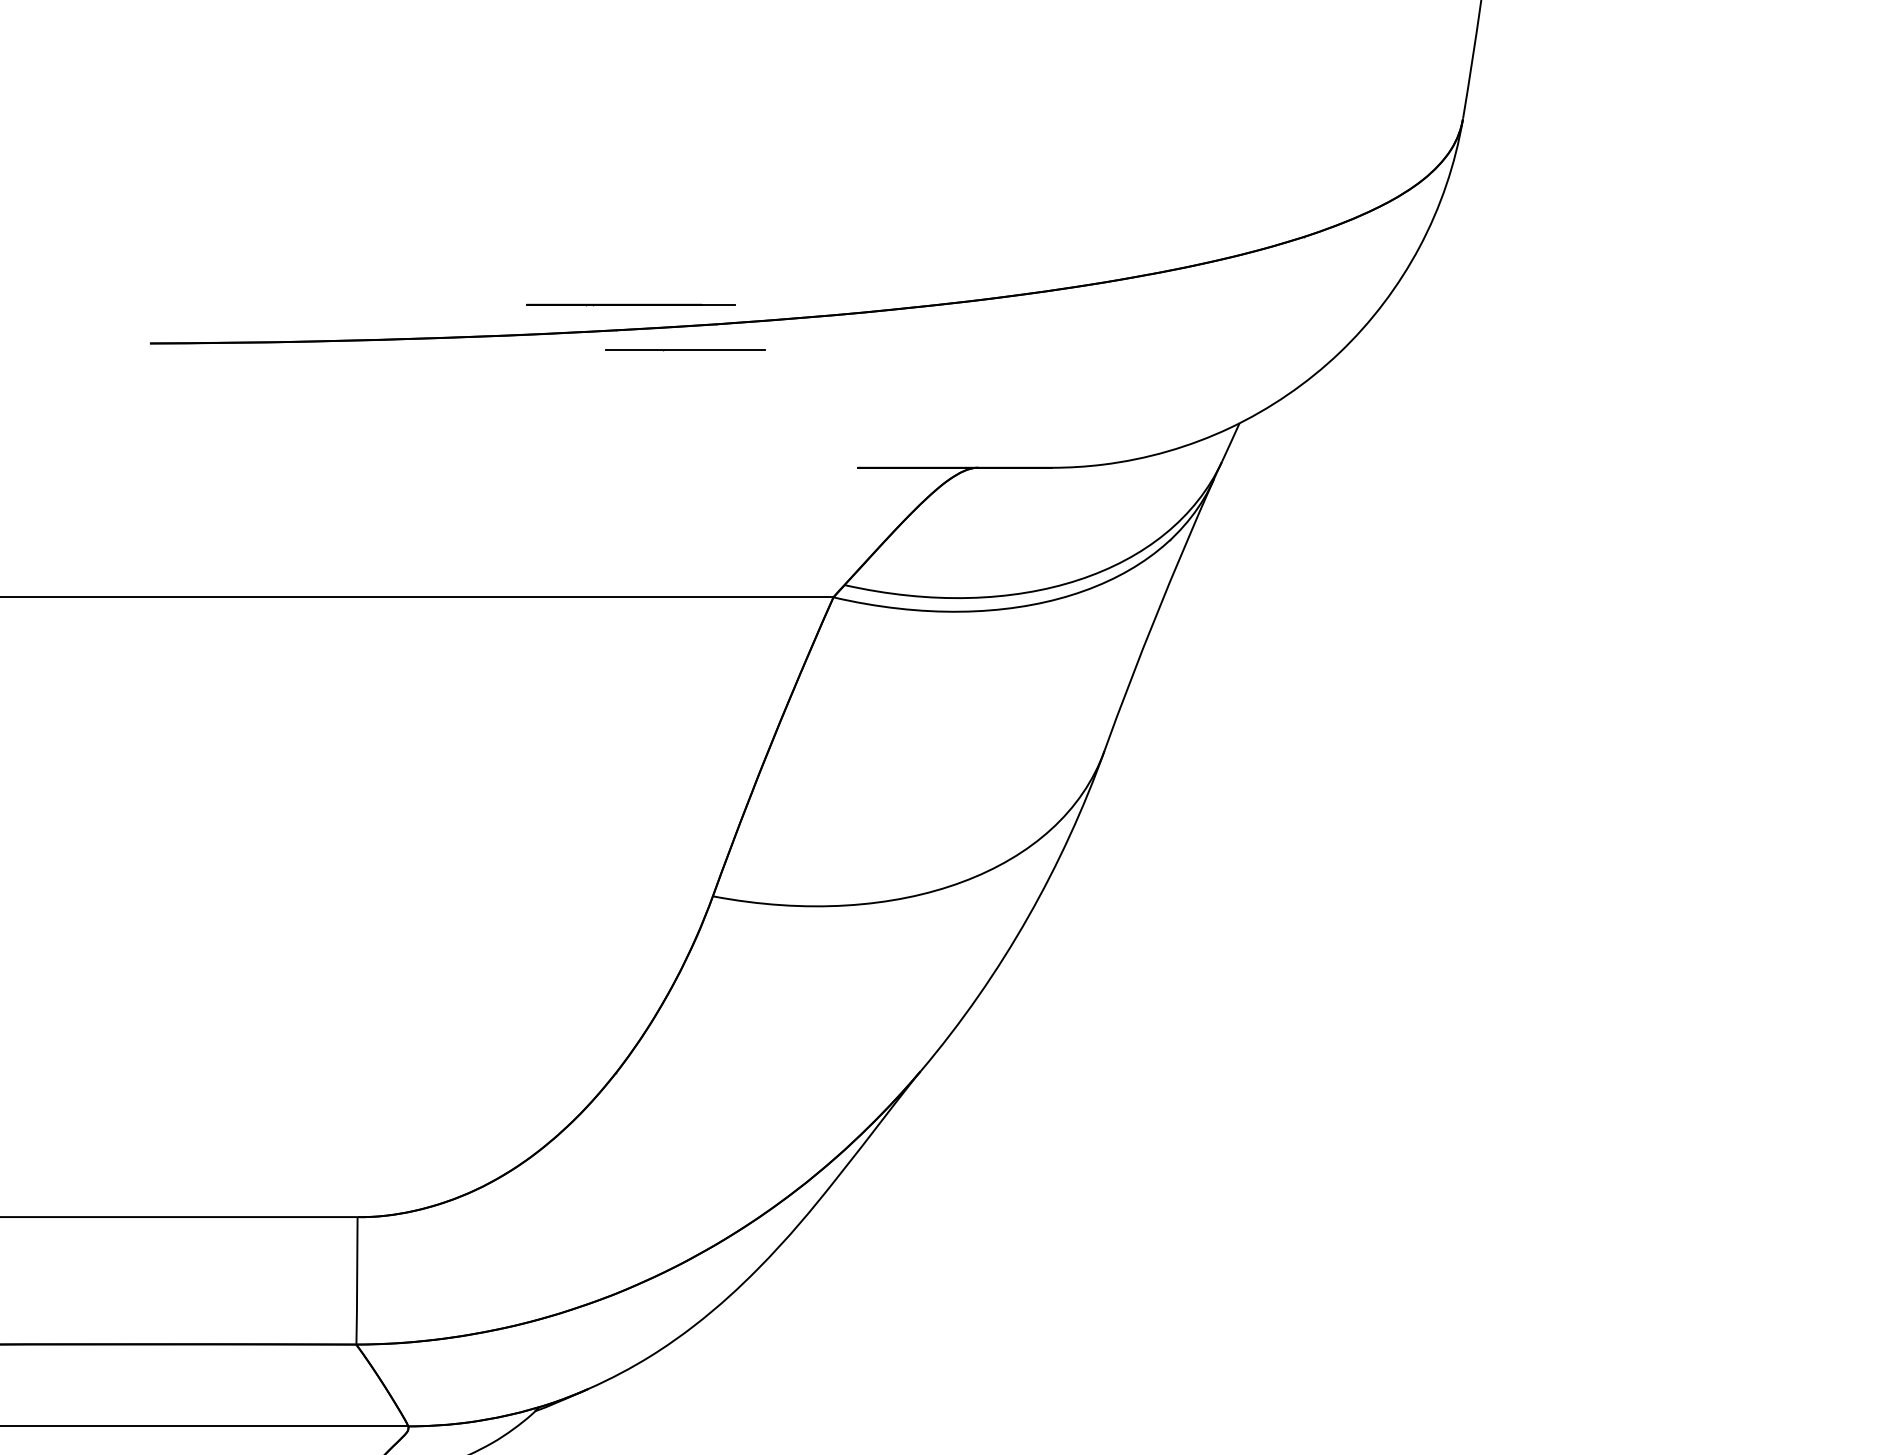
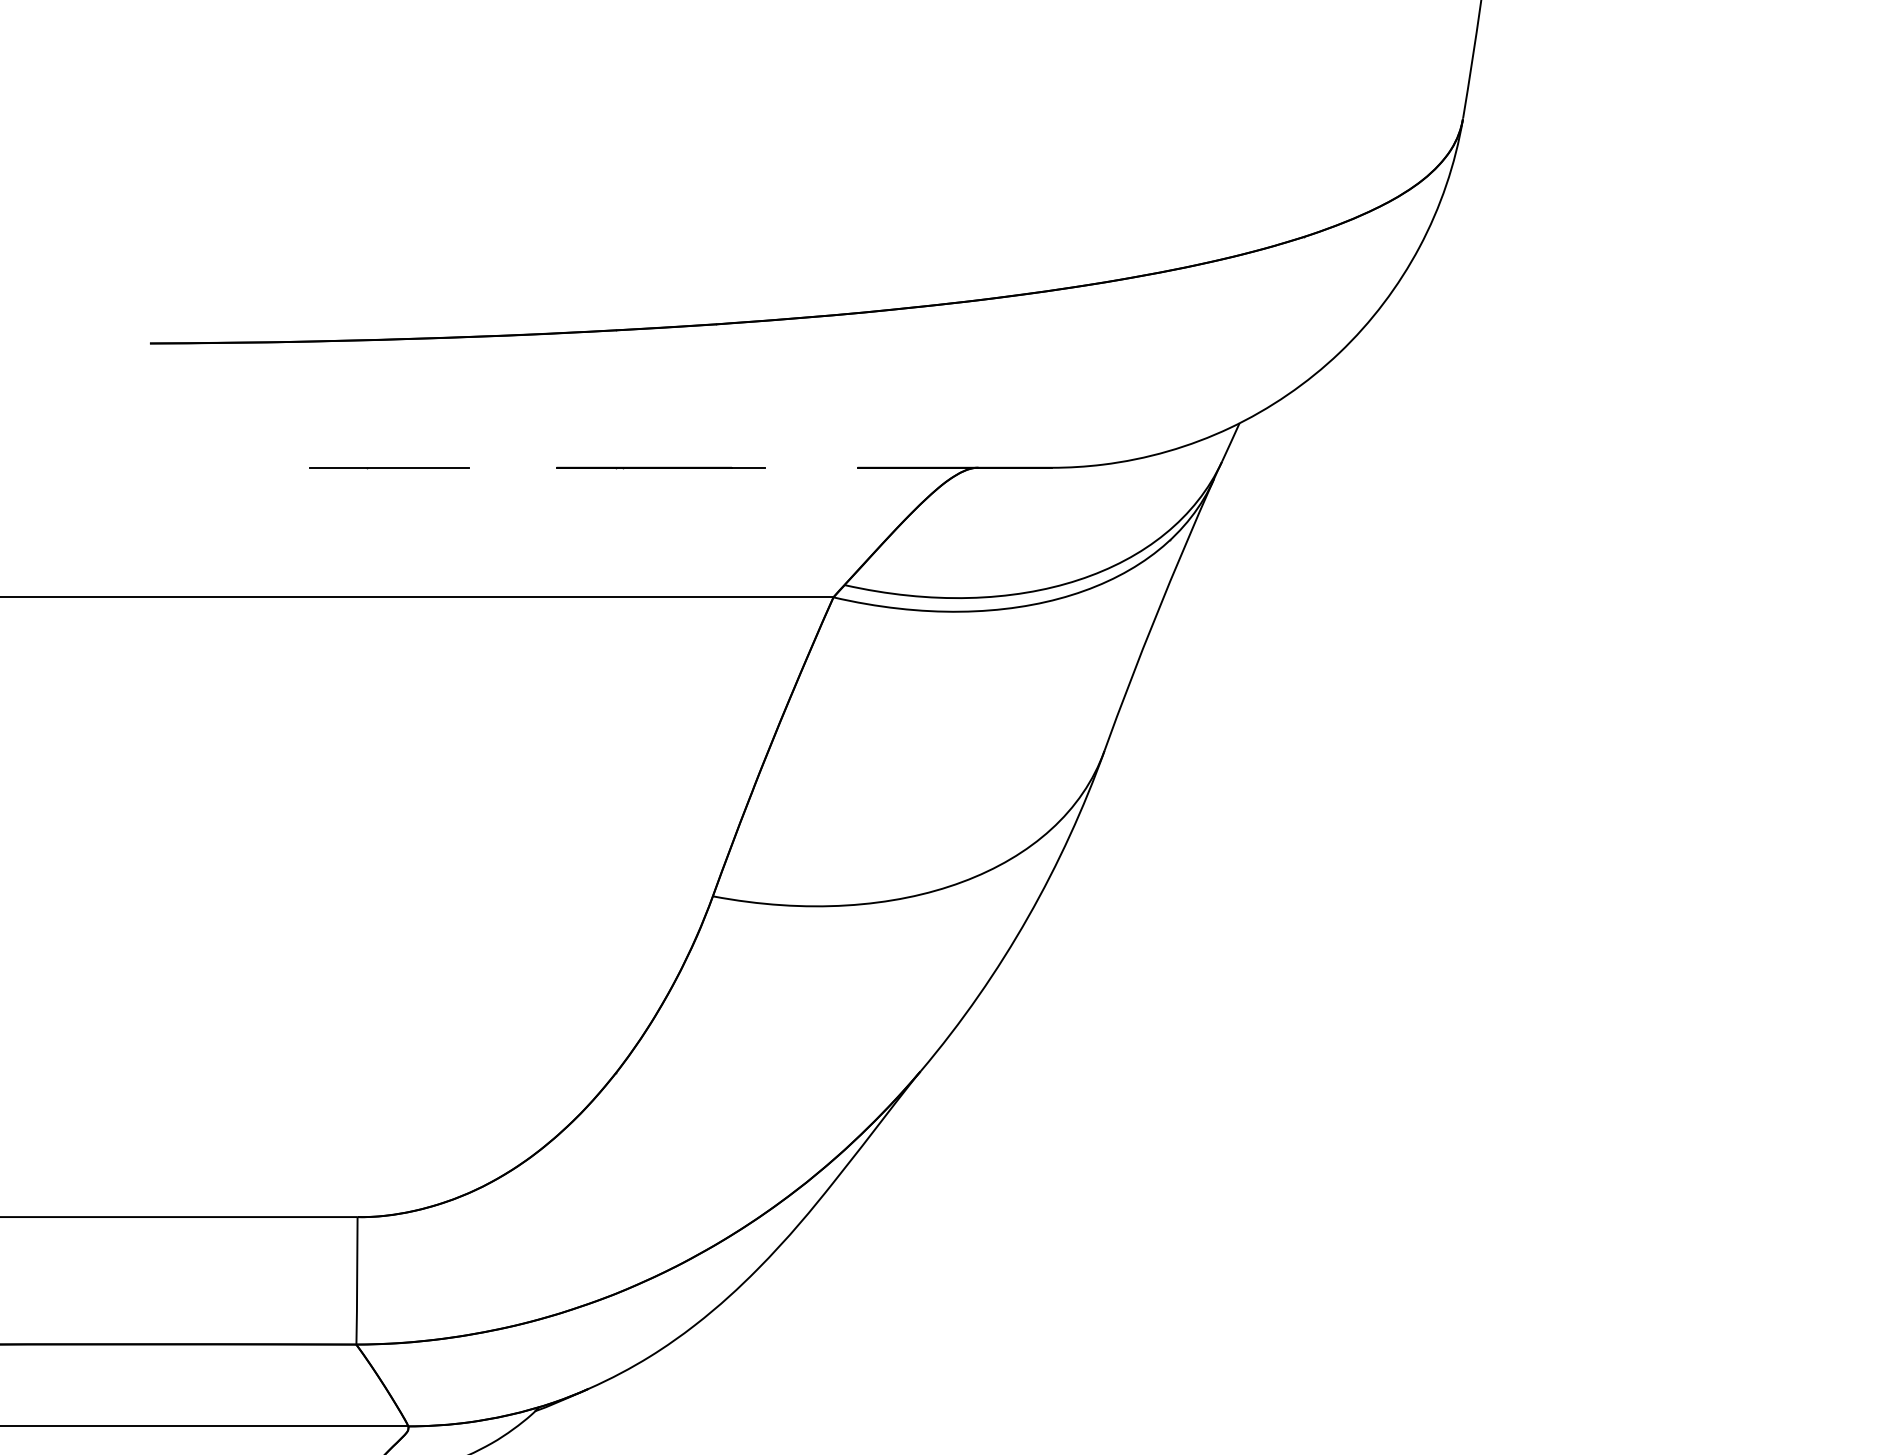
line at (630, 304) position: (630, 304) -> (660, 467)
line at (685, 350) position: (685, 350) -> (389, 468)
